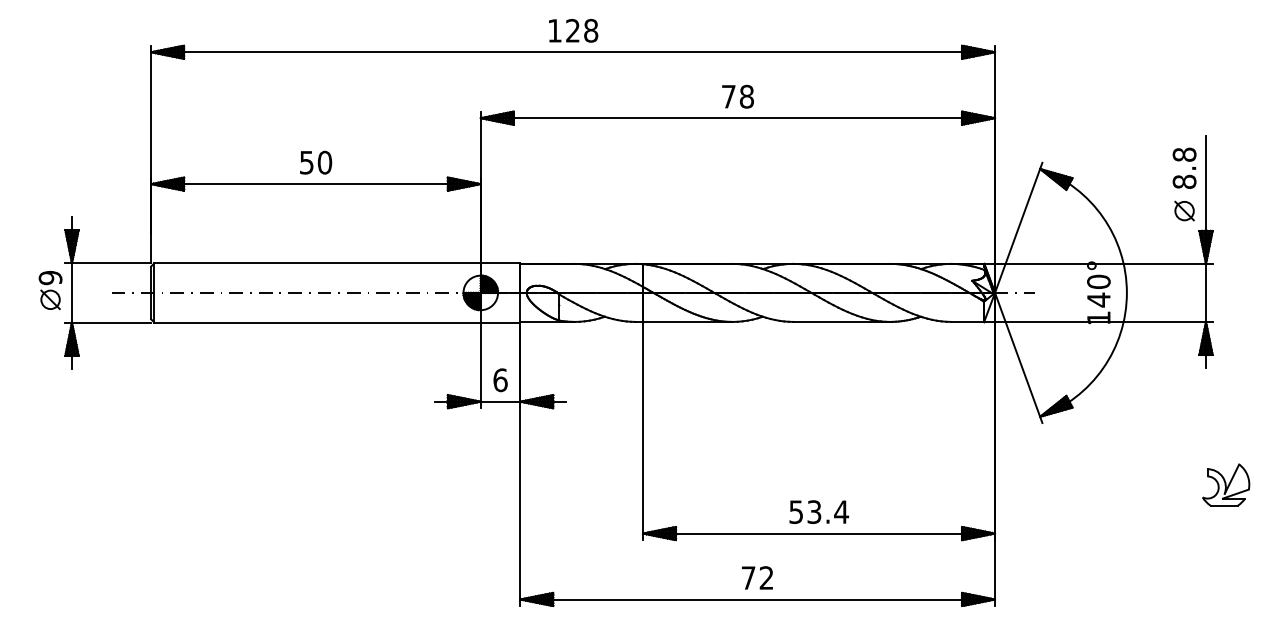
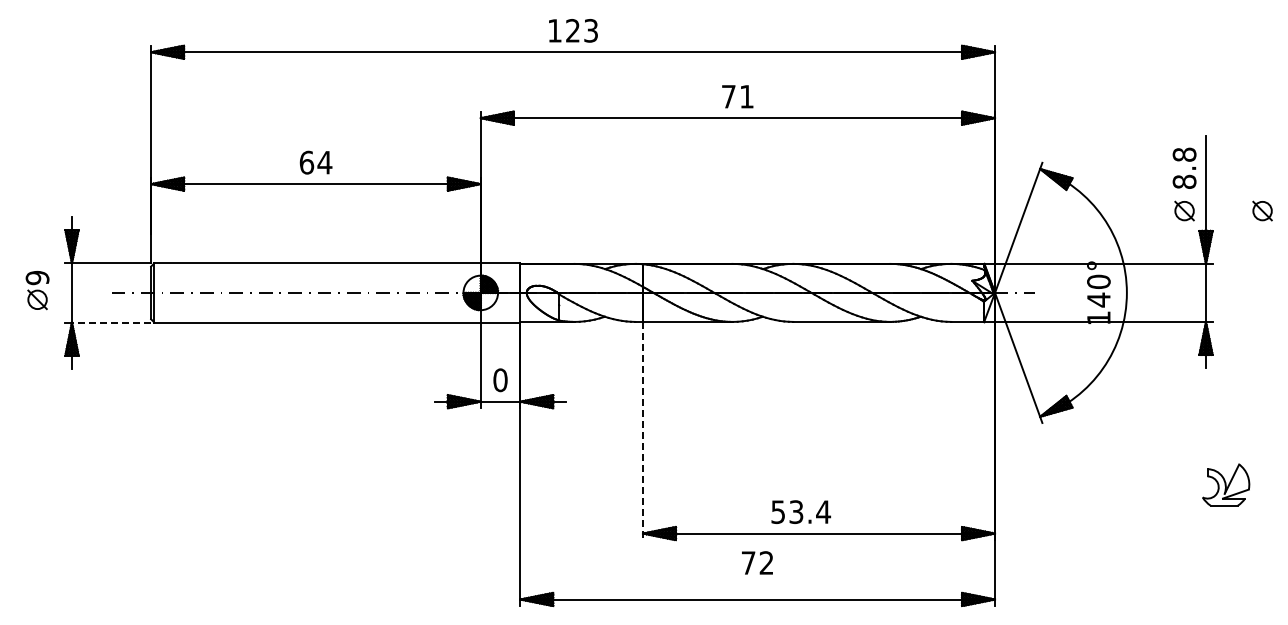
text at (591, 30): 128 -> 123
text at (746, 96): 78 -> 71
text at (315, 162): 50 -> 64
part at (1262, 210): none -> present
part at (50, 290) position: (50, 290) -> (37, 290)
line at (111, 322): solid -> dashed
text at (500, 379): 6 -> 0
line at (642, 431): solid -> dashed
text at (818, 511) position: (818, 511) -> (800, 511)
text at (757, 577) position: (757, 577) -> (757, 562)
